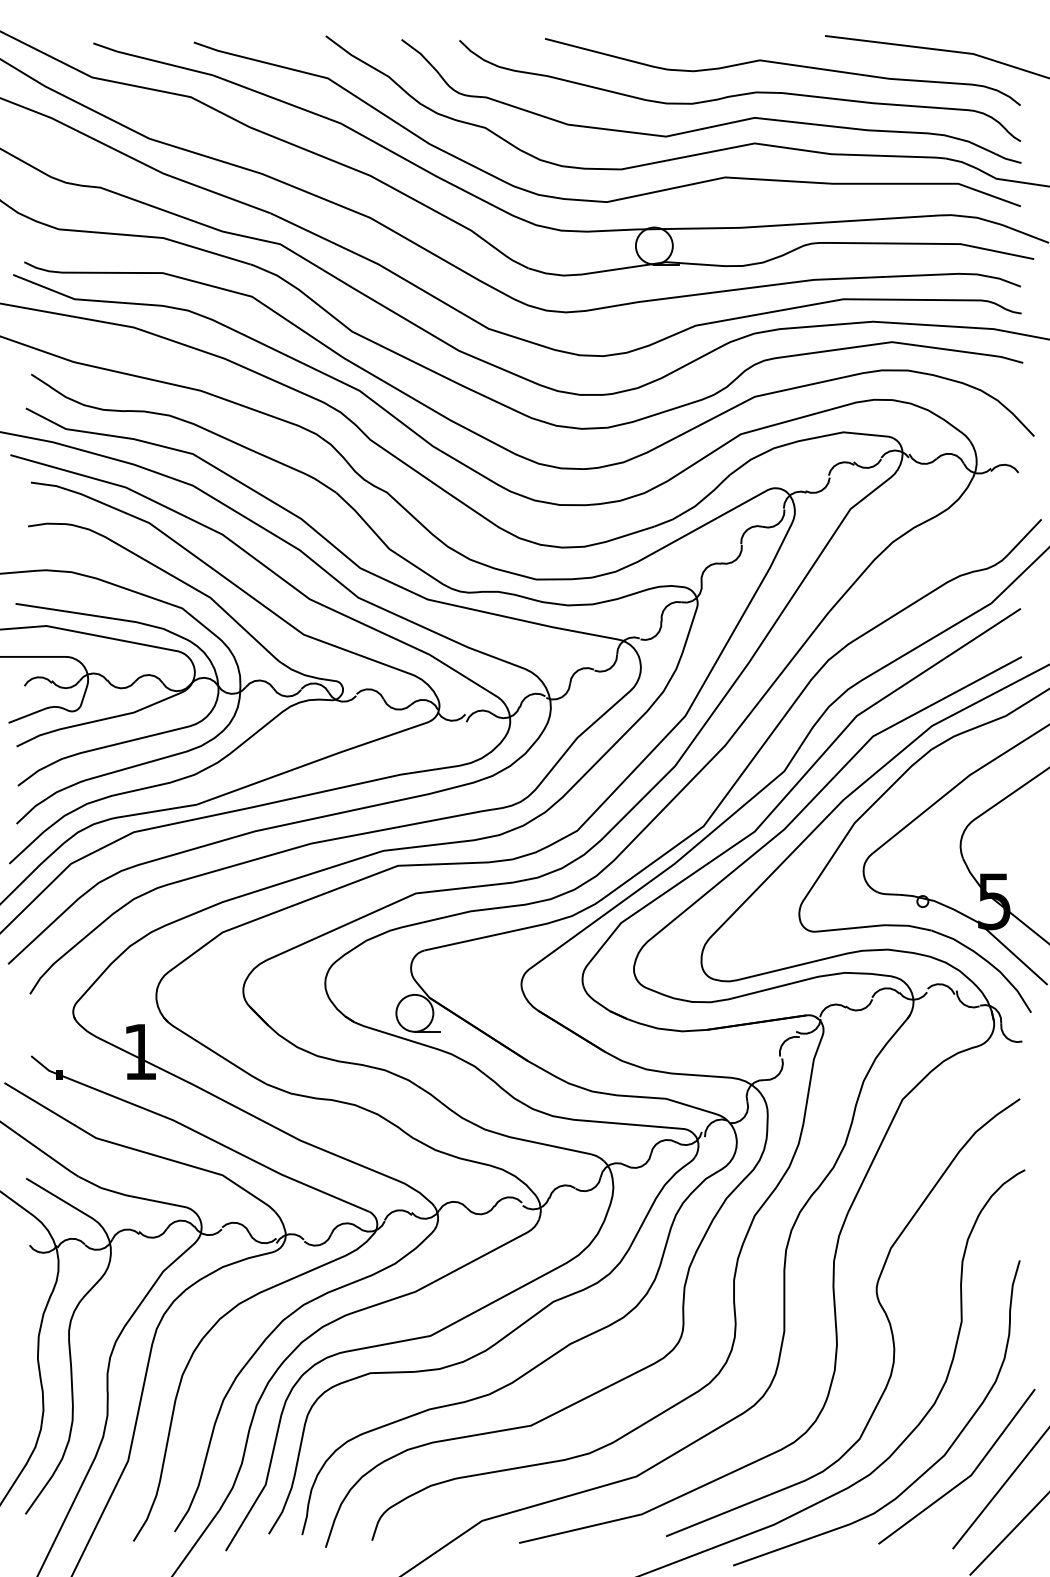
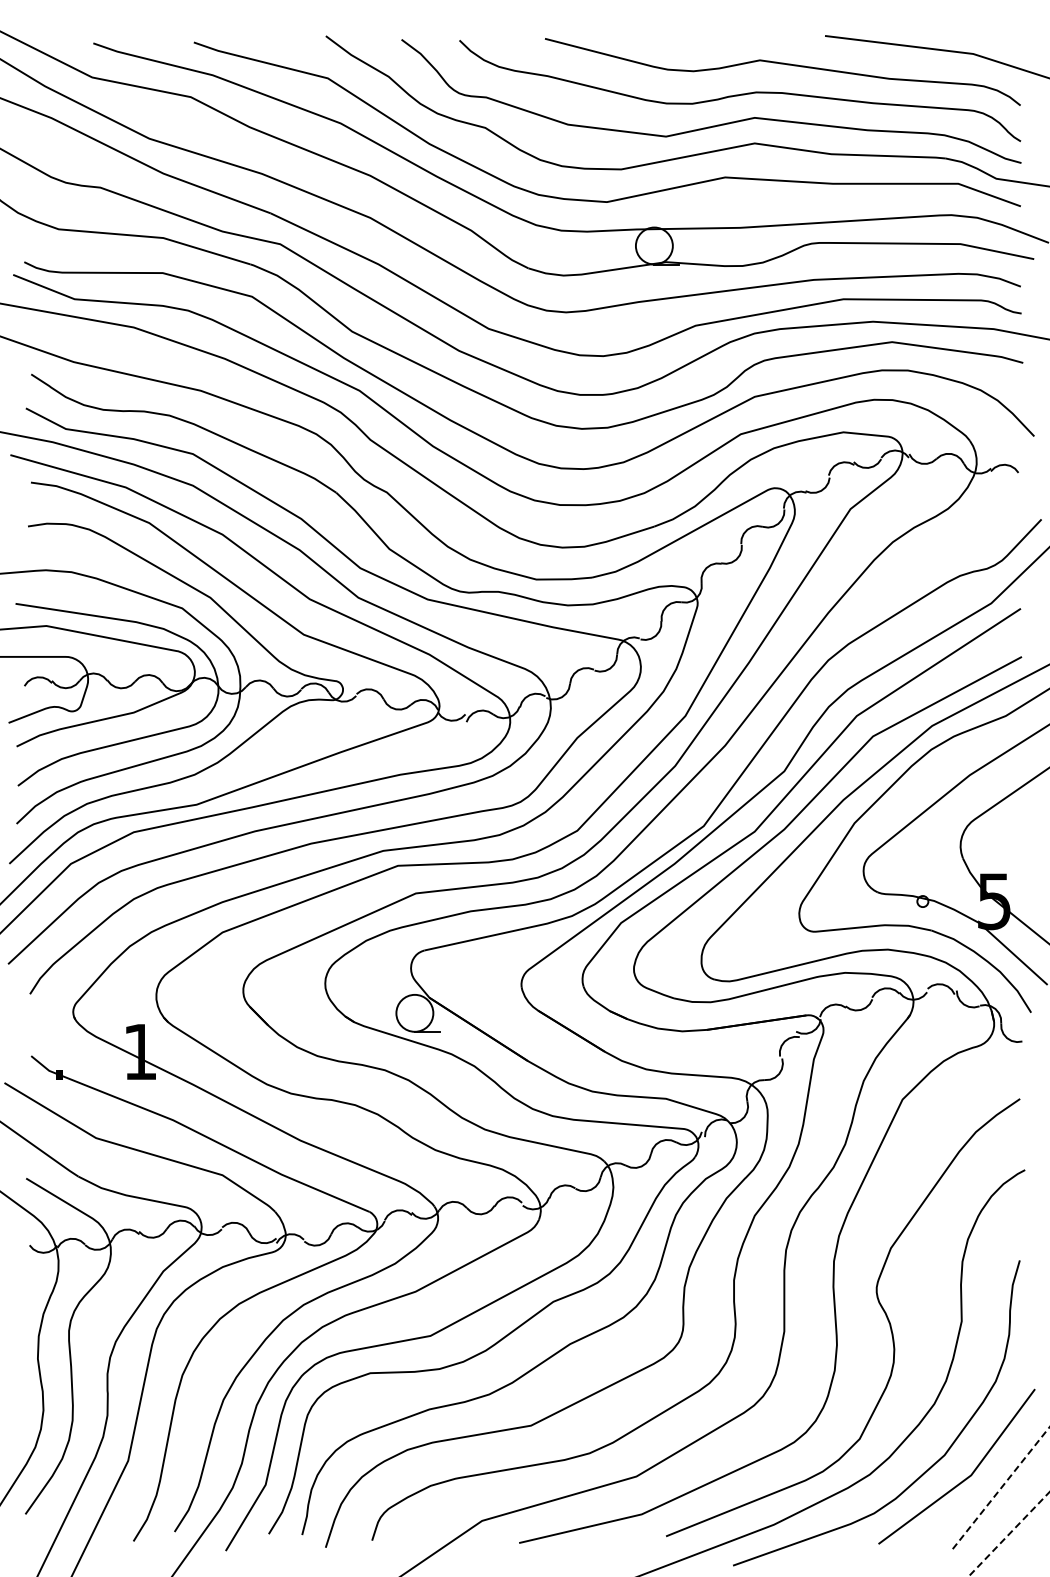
line at (1001, 1488): solid -> dashed
line at (1009, 1533): solid -> dashed
